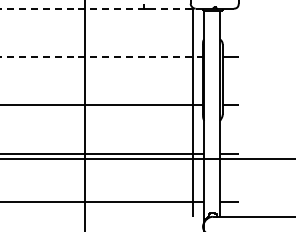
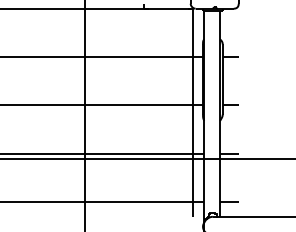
line at (95, 8): dashed -> solid
line at (102, 56): dashed -> solid
